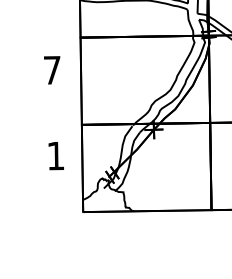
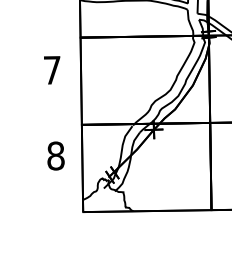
text at (55, 155): 1 -> 8
